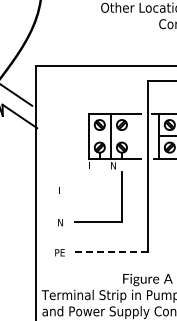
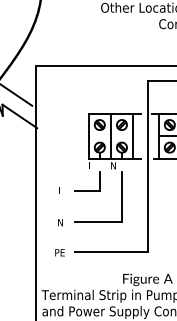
line at (133, 135): none -> present
part at (87, 190): none -> present
line at (111, 252): dashed -> solid
